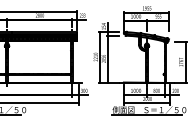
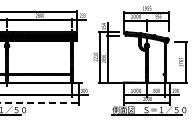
line at (39, 103): solid -> dashed
